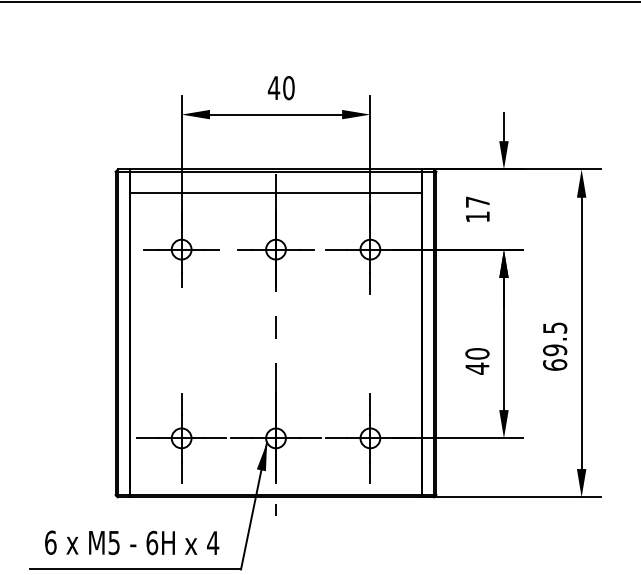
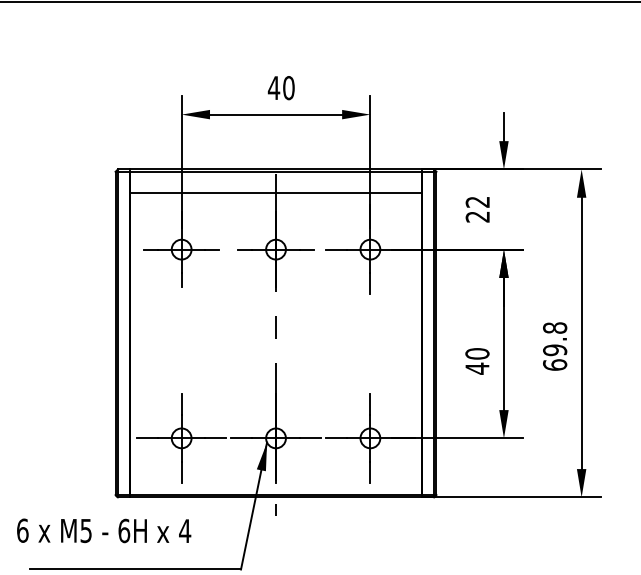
text at (477, 209): 17 -> 22
text at (555, 327): 69.5 -> 69.8
text at (132, 542) position: (132, 542) -> (104, 530)
